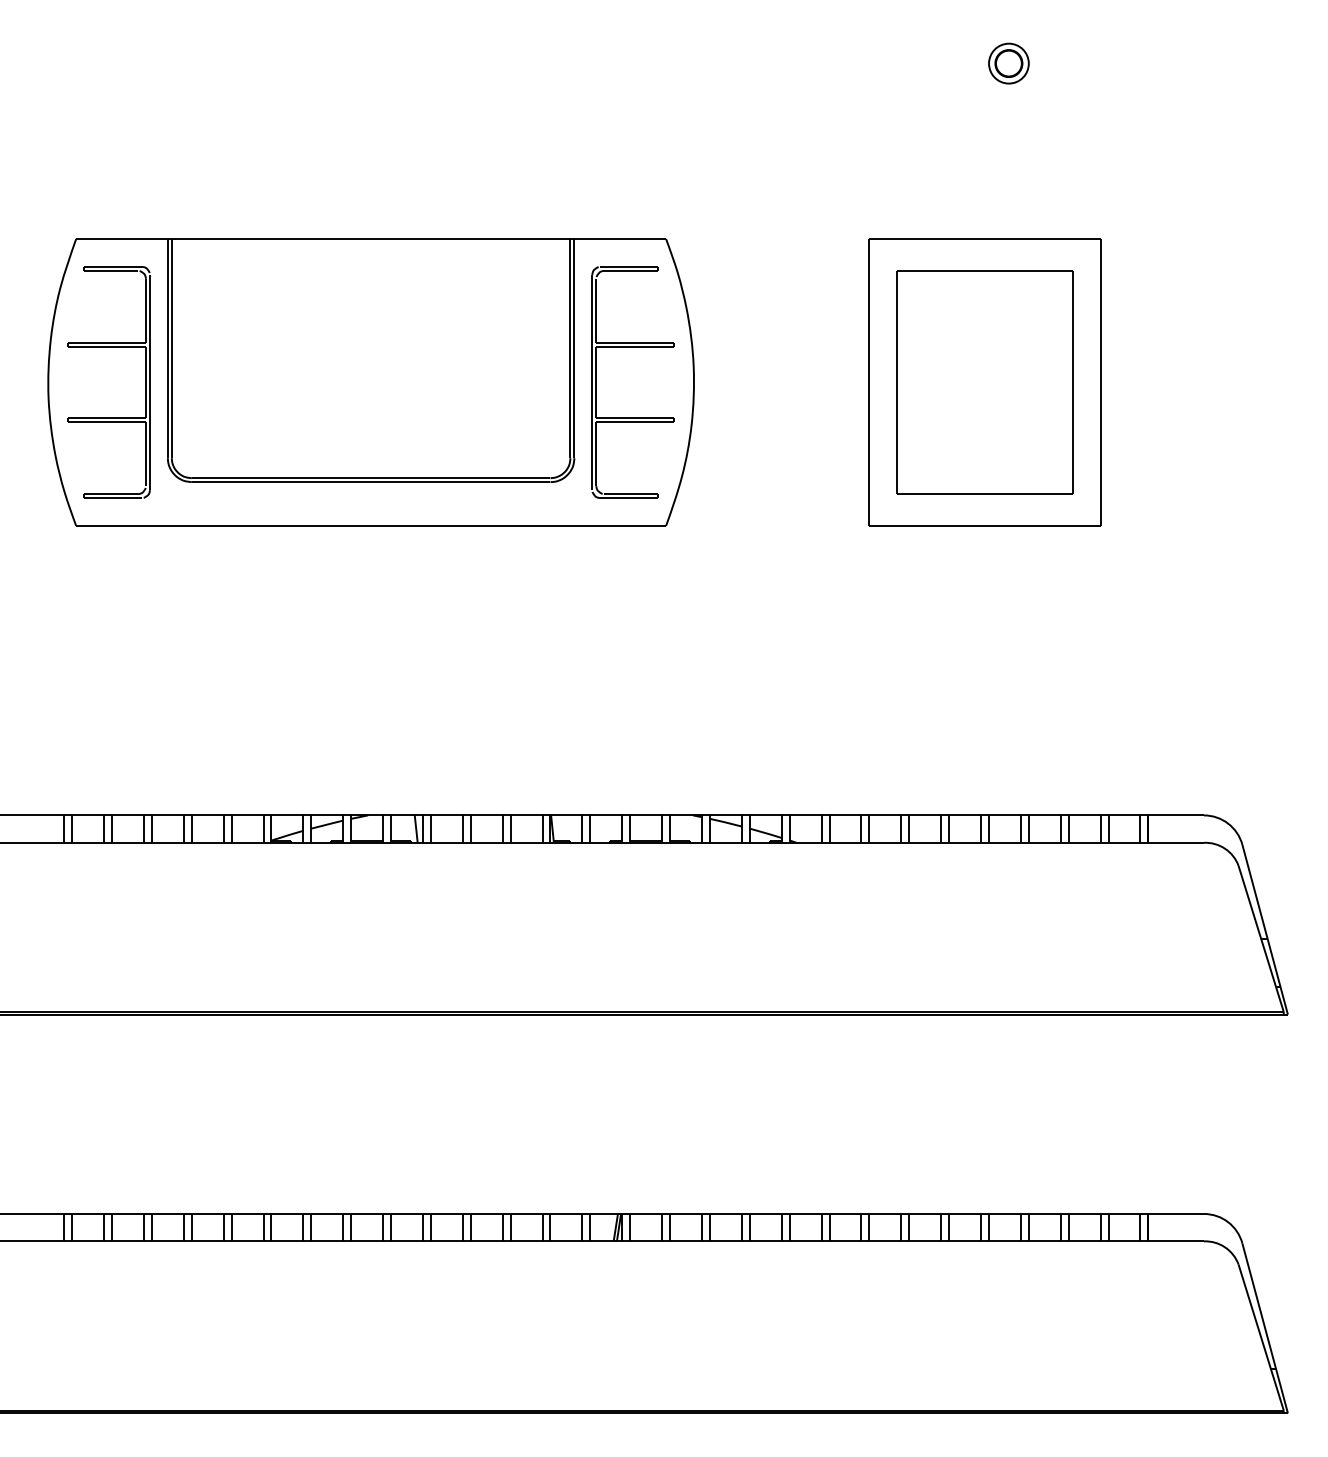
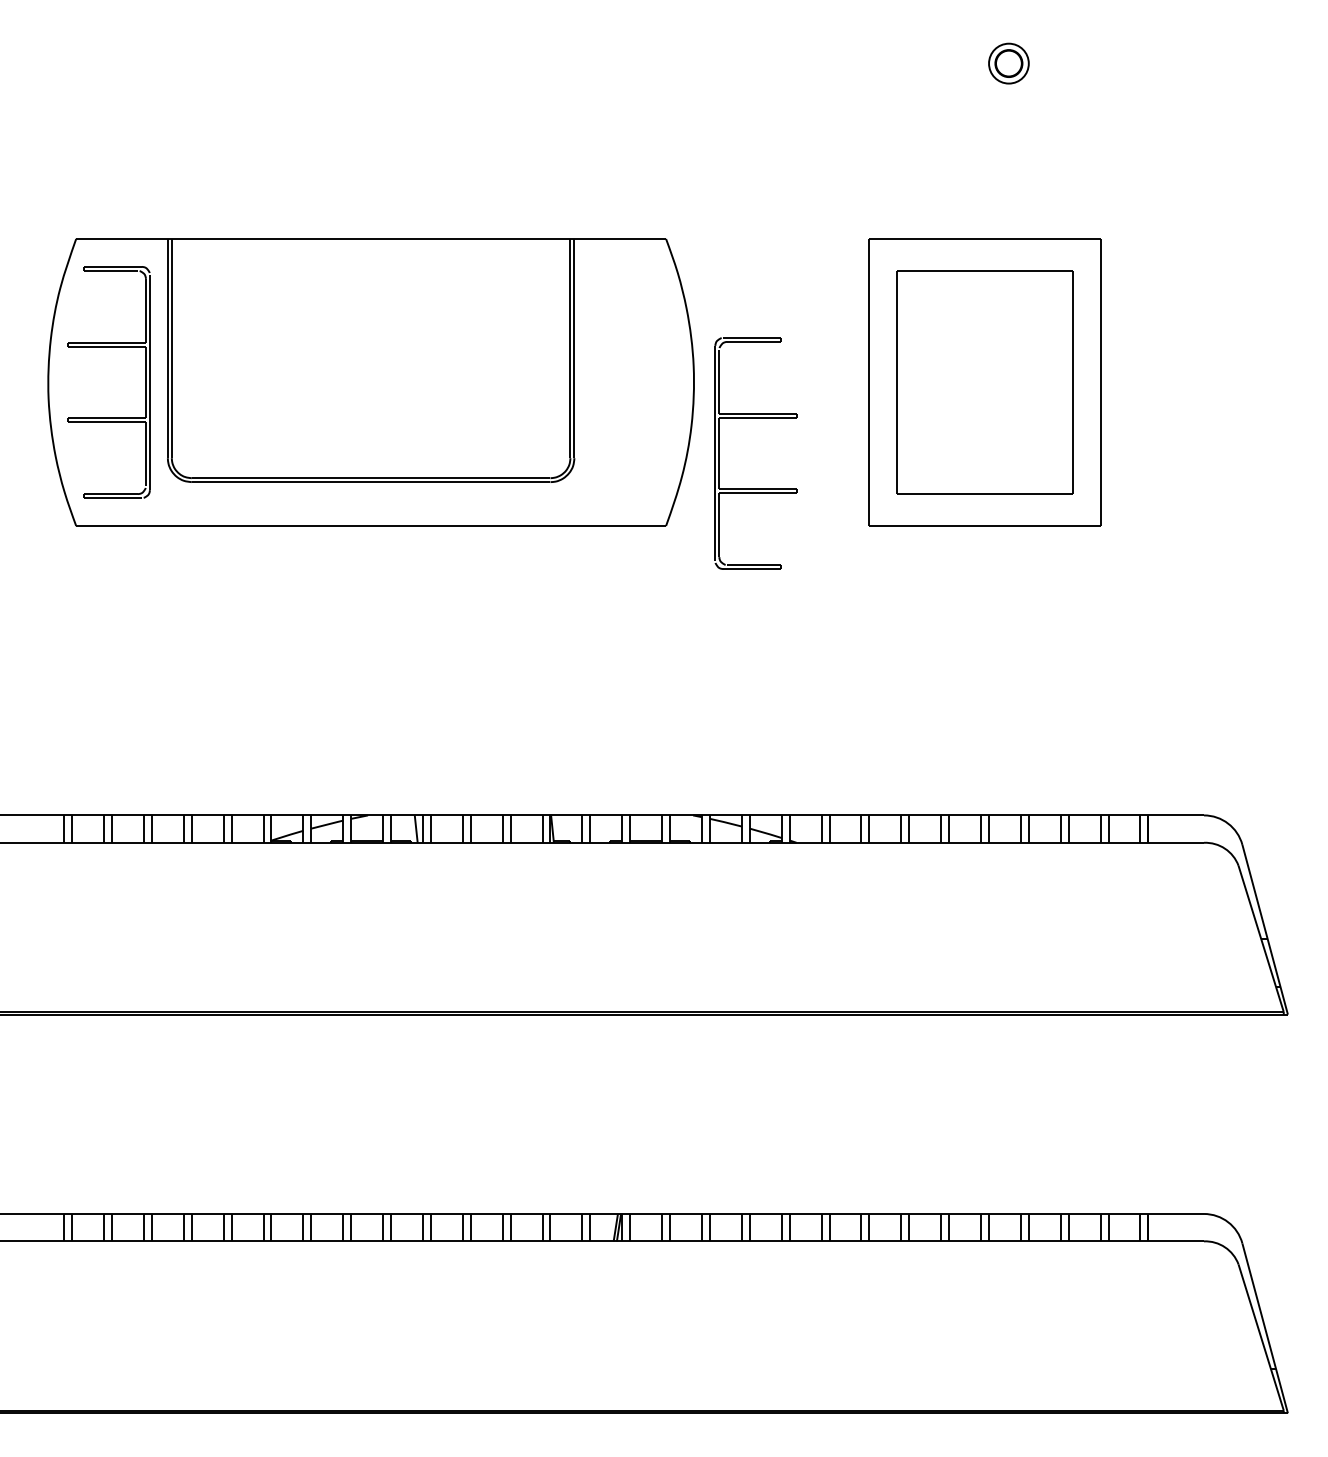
part at (632, 347) position: (632, 347) -> (755, 418)
